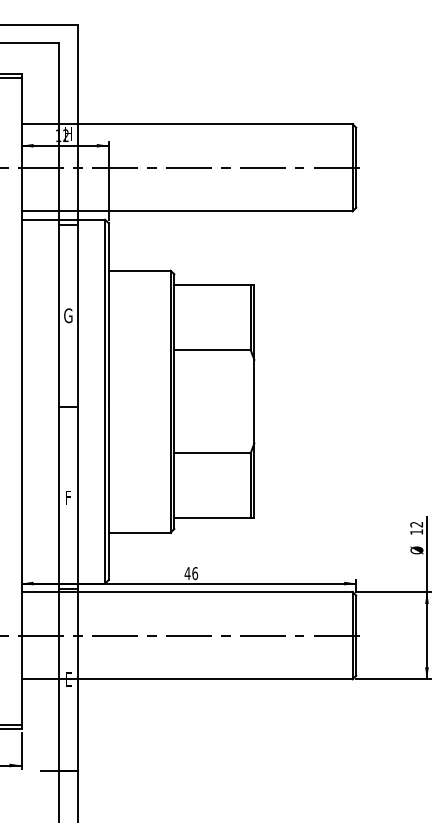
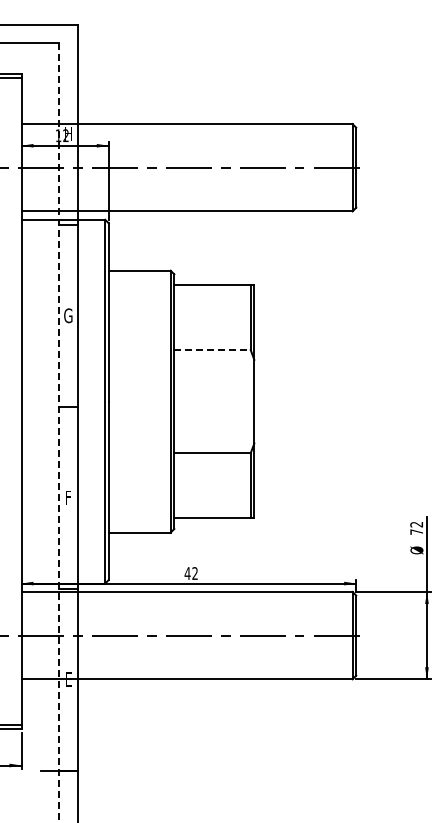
line at (213, 350): solid -> dashed
line at (59, 432): solid -> dashed
text at (416, 531): 12 -> 72
text at (195, 573): 46 -> 42
